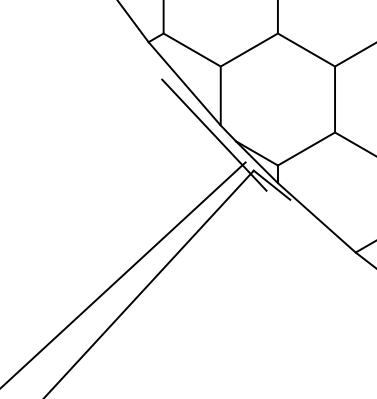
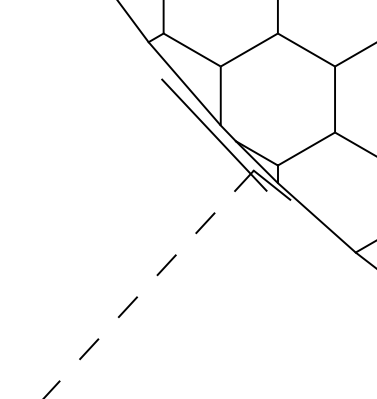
line at (123, 274): present -> none
line at (148, 284): solid -> dashed
